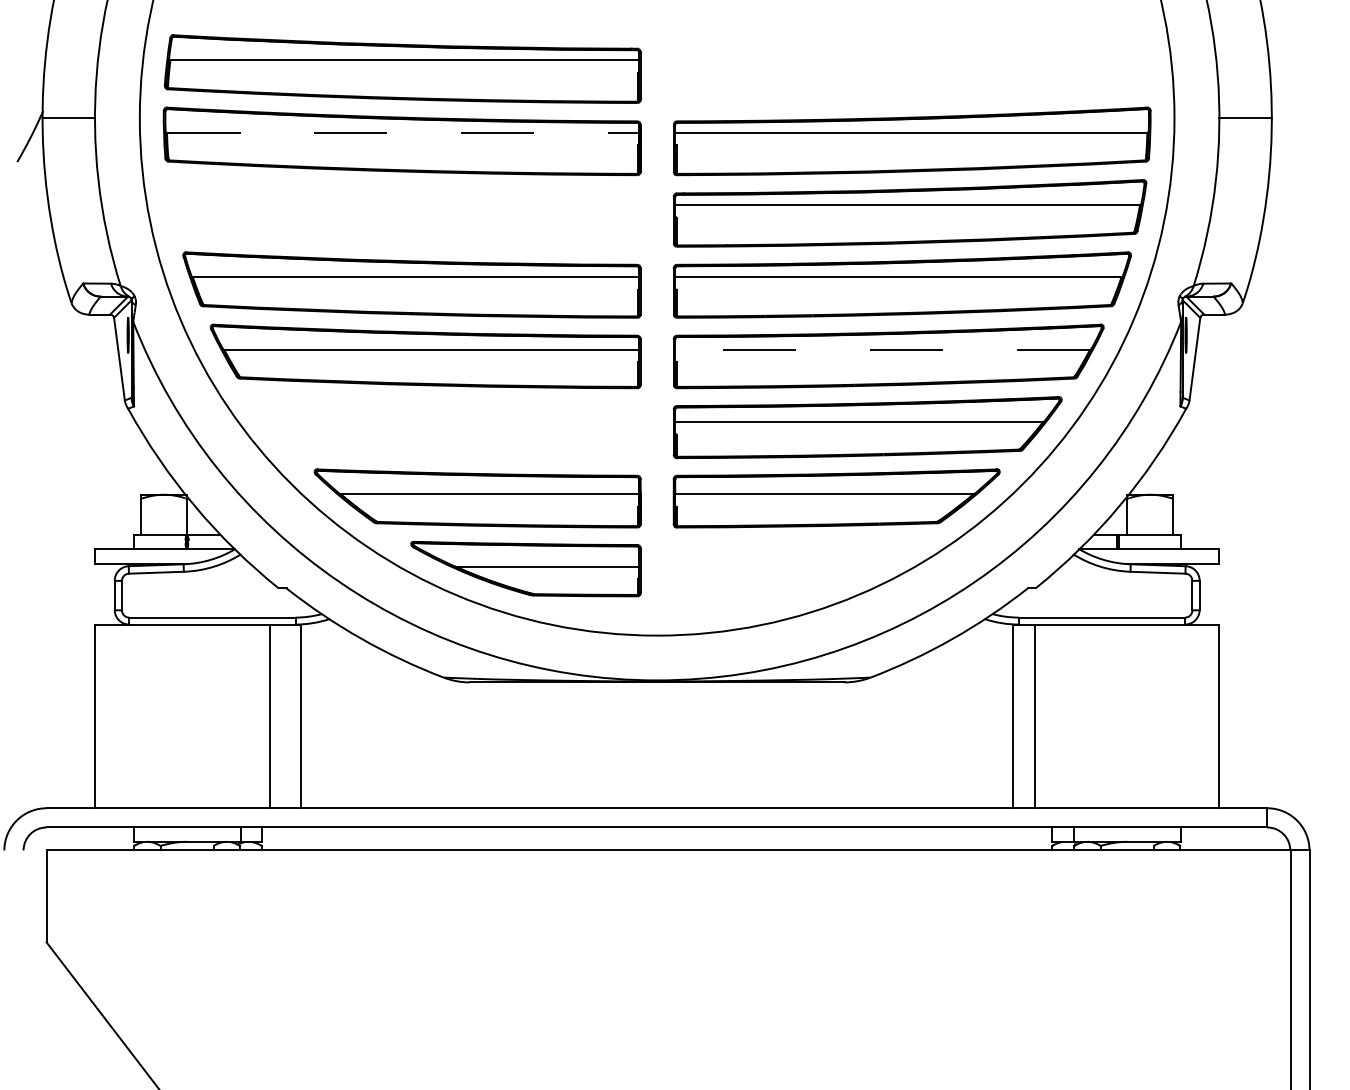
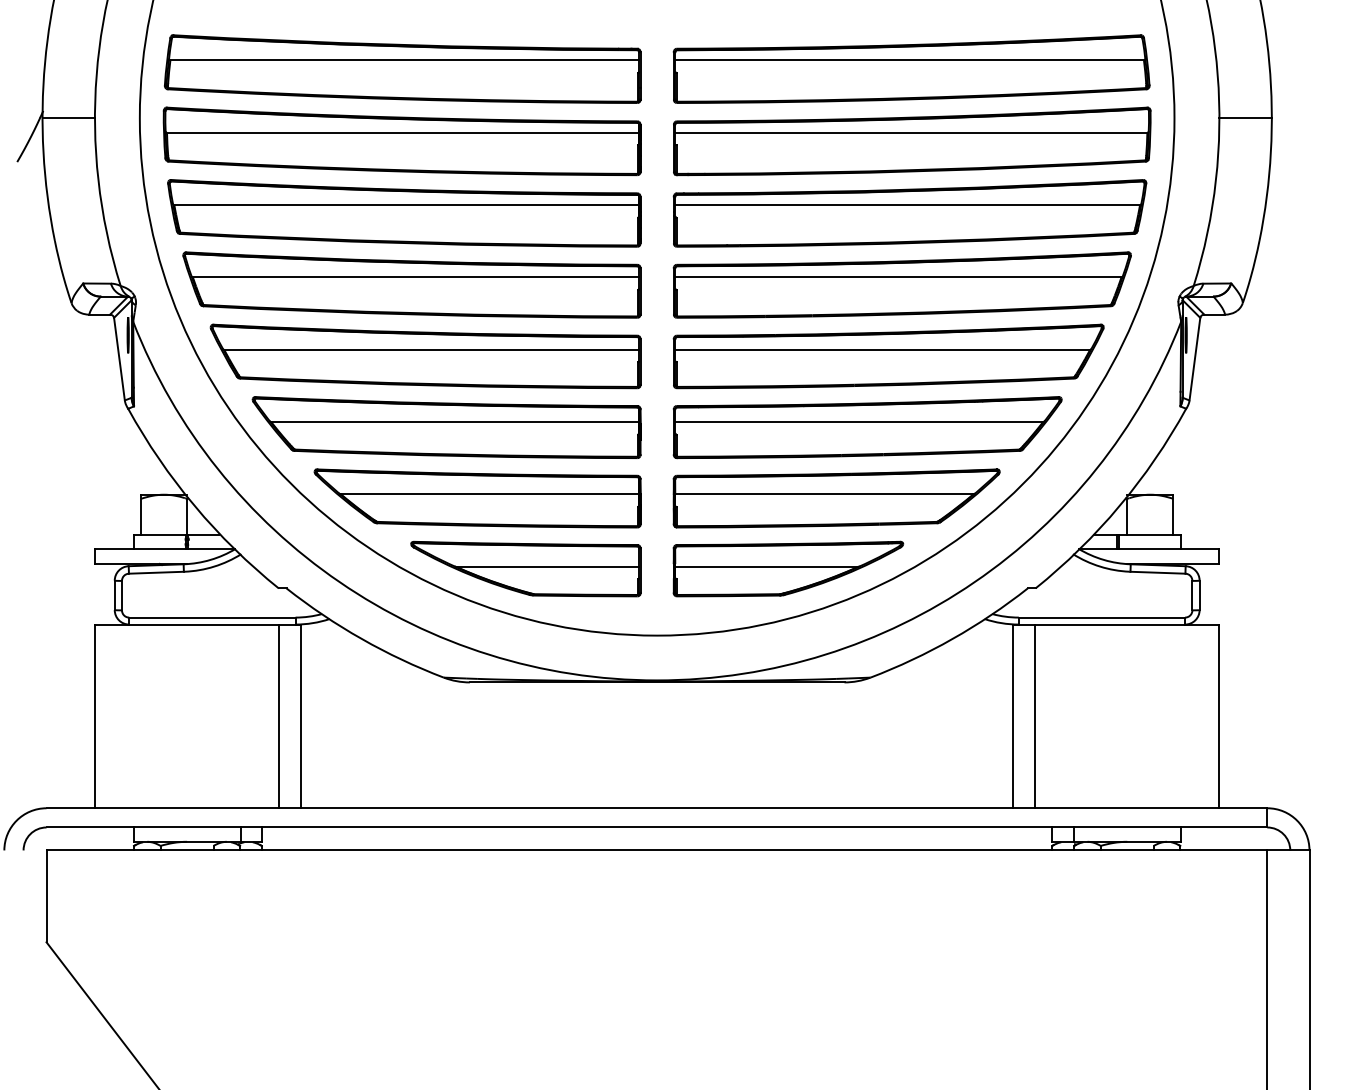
part at (911, 68): none -> present
line at (403, 132): dashed -> solid
part at (404, 213): none -> present
line at (882, 349): dashed -> solid
part at (446, 427): none -> present
part at (788, 568): none -> present
line at (269, 716) position: (269, 716) -> (278, 716)
line at (1291, 968) position: (1291, 968) -> (1267, 968)
